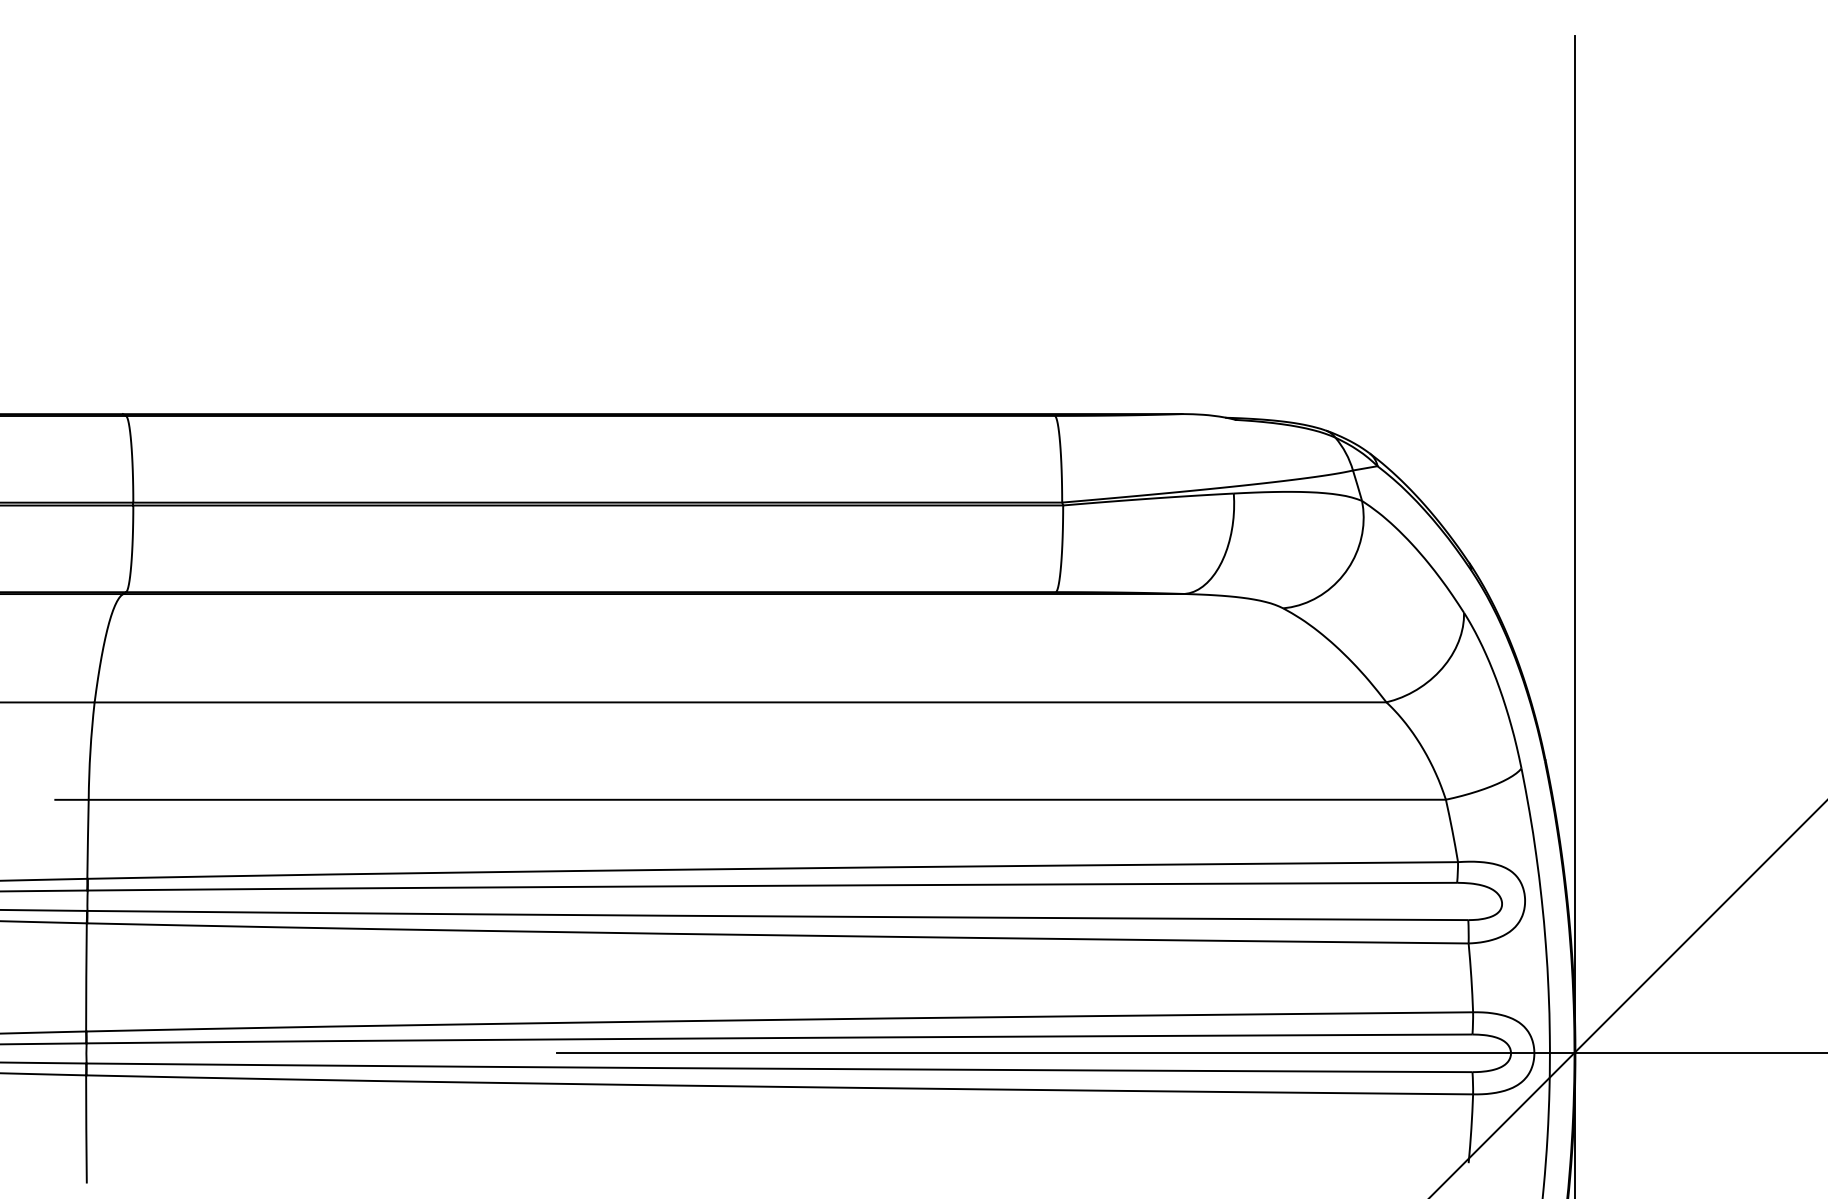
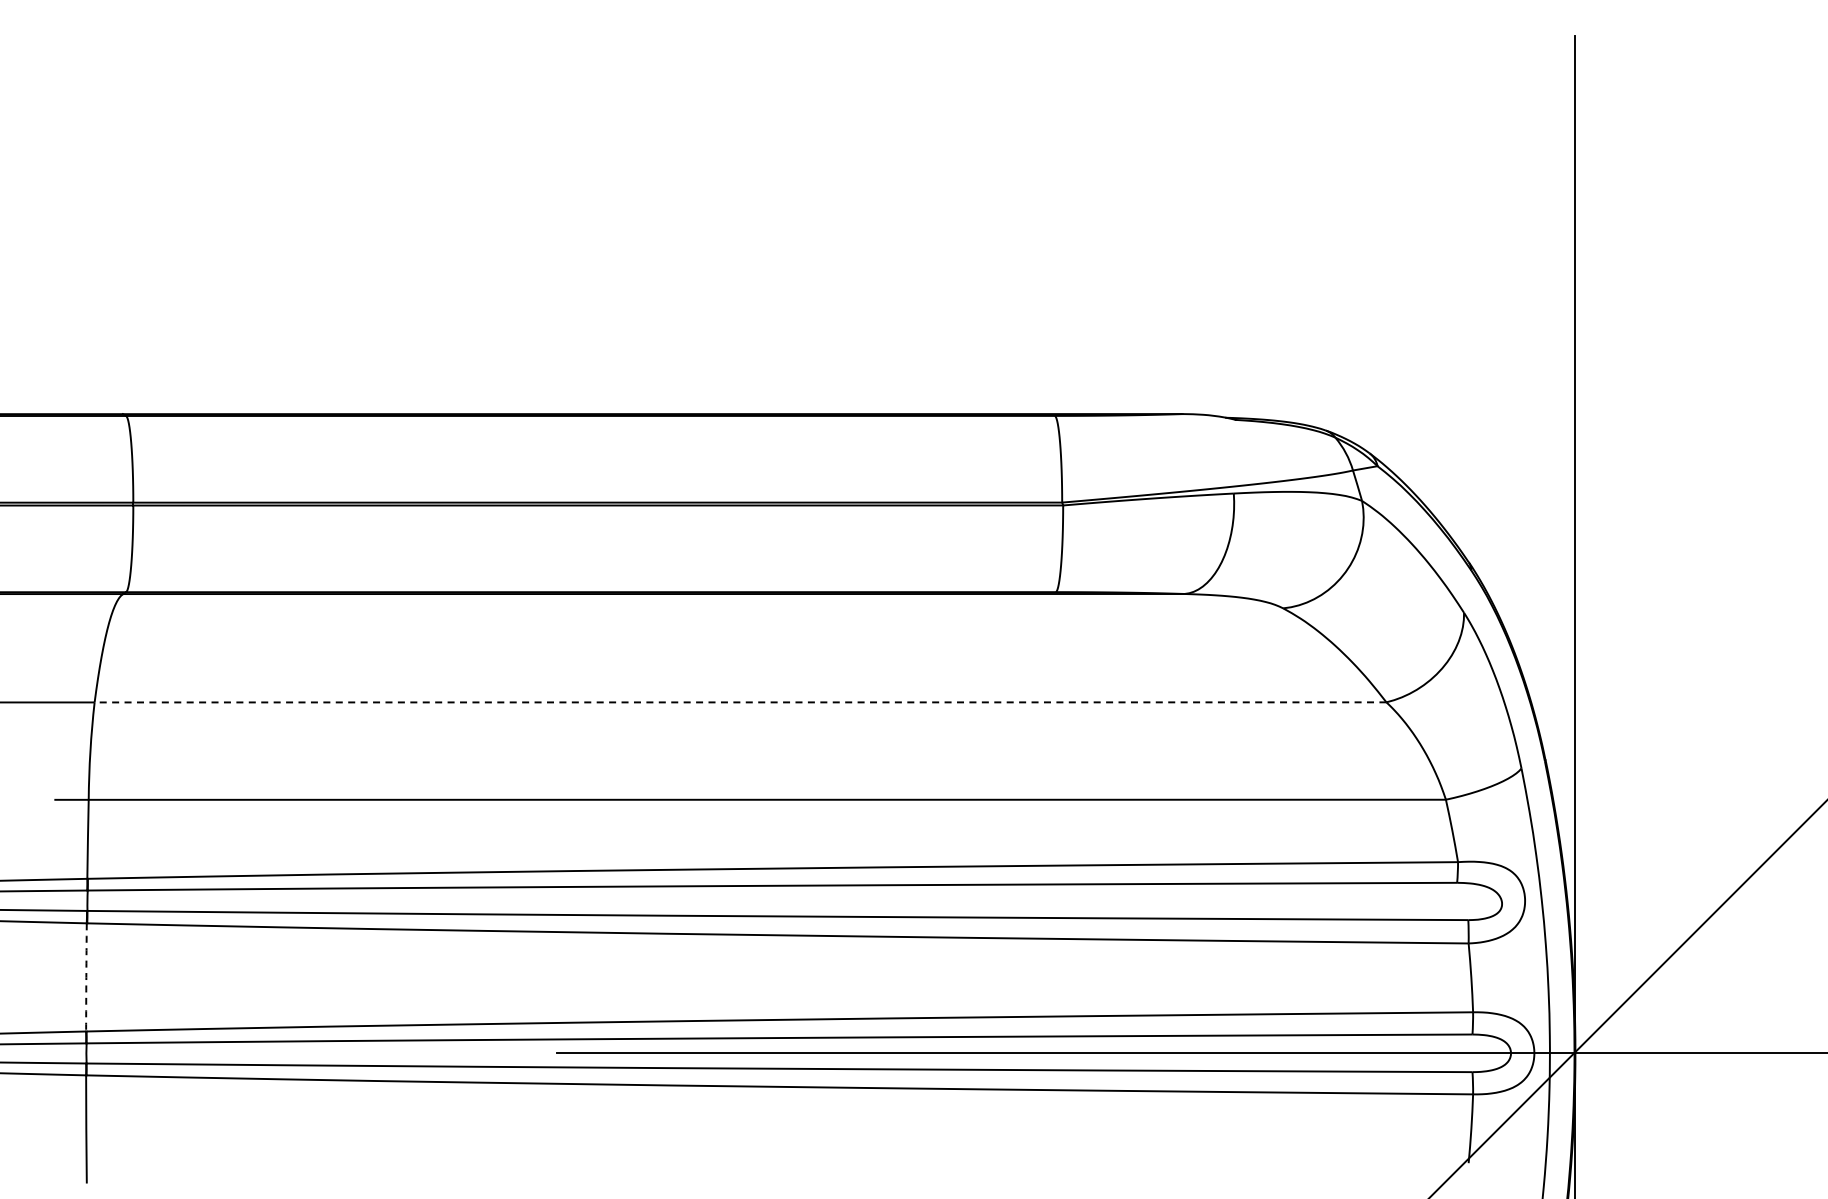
line at (740, 702): solid -> dashed
arc at (86, 977): solid -> dashed
